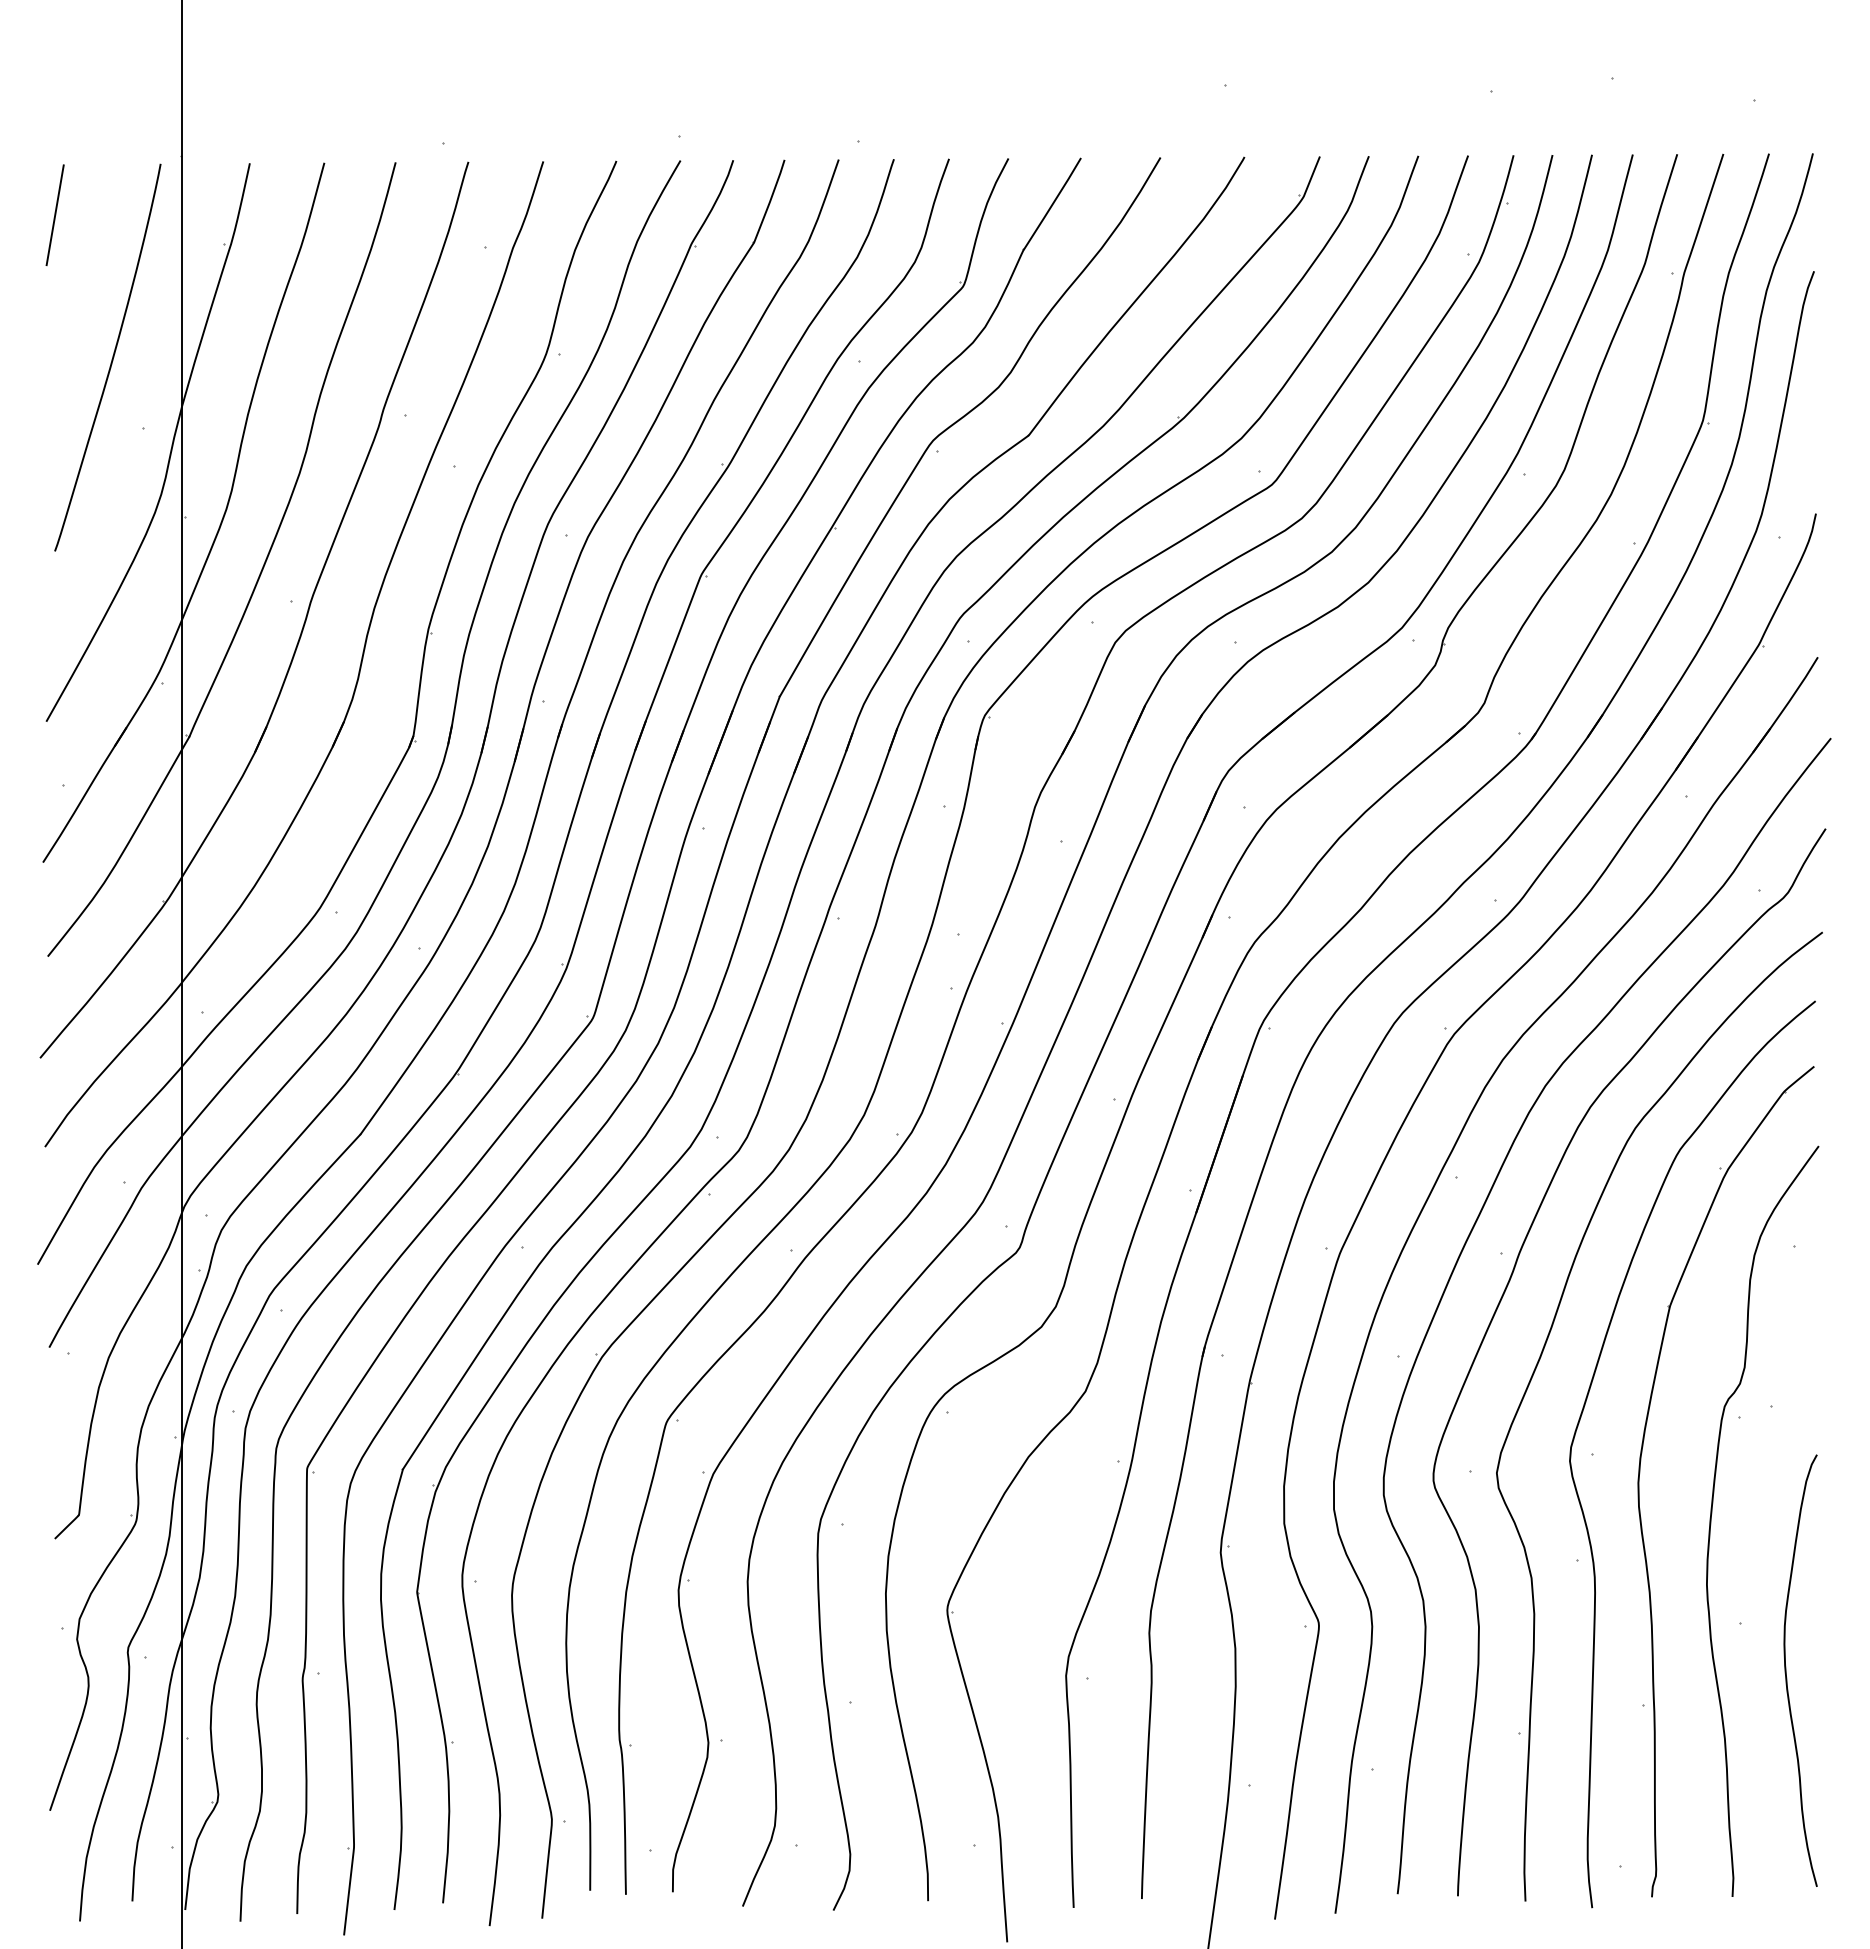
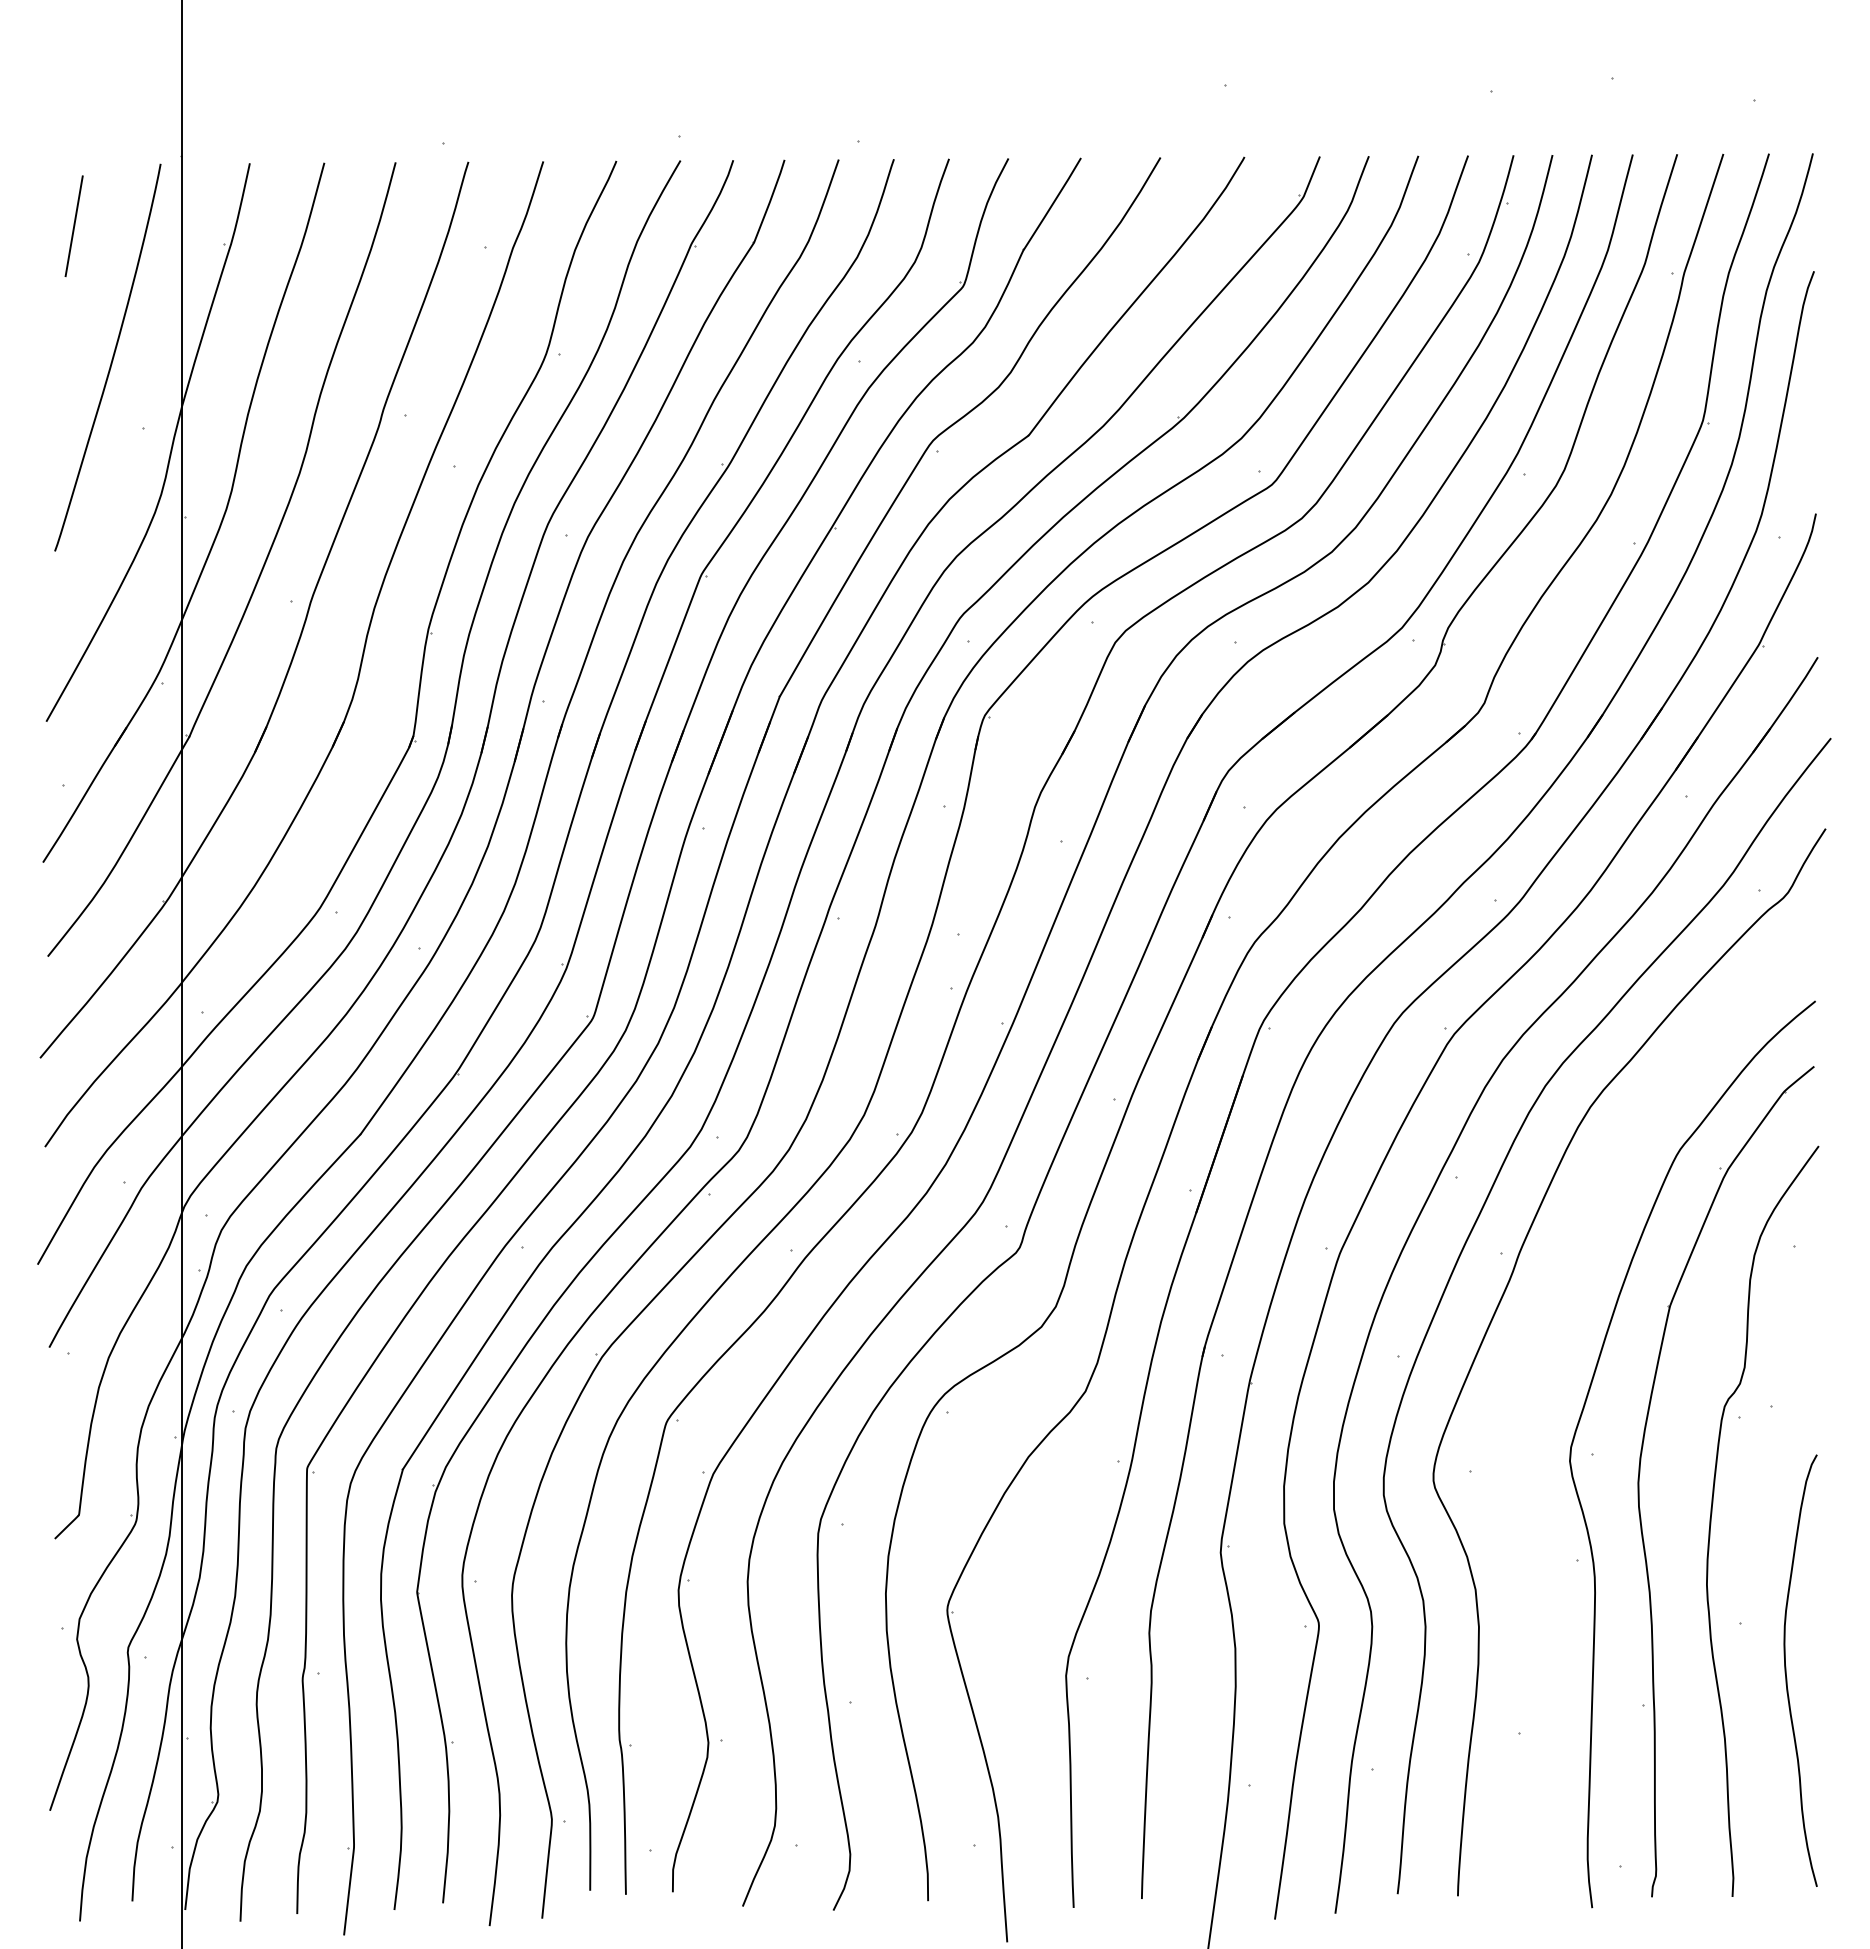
line at (54, 214) position: (54, 214) -> (73, 225)
curve at (1539, 1362): present -> none
